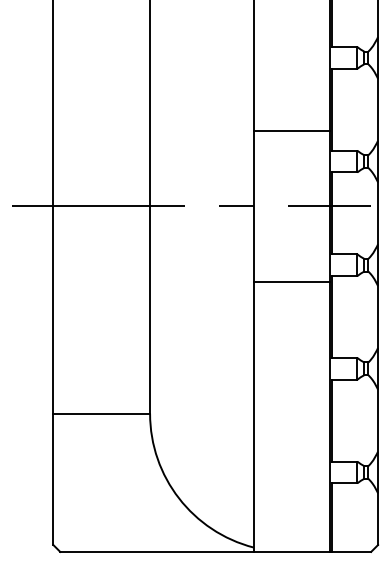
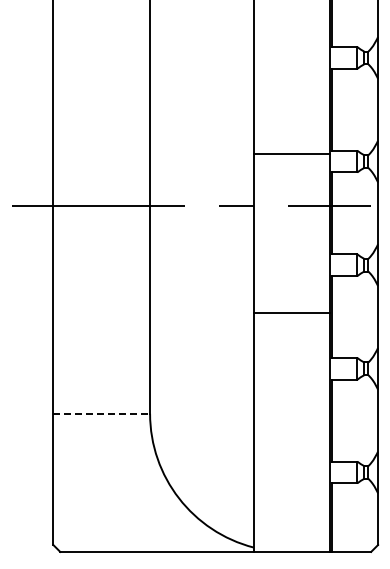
line at (291, 130) position: (291, 130) -> (291, 153)
line at (291, 282) position: (291, 282) -> (291, 313)
line at (102, 413): solid -> dashed
